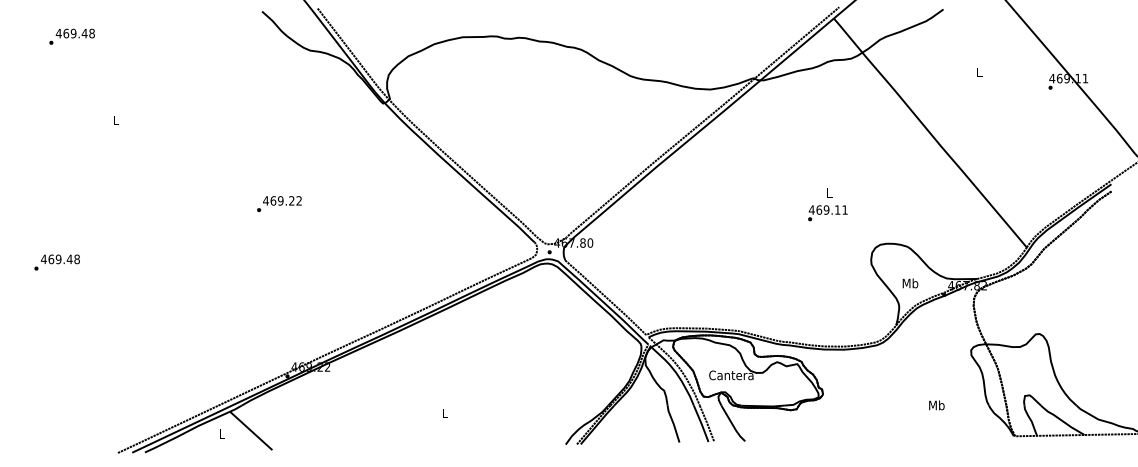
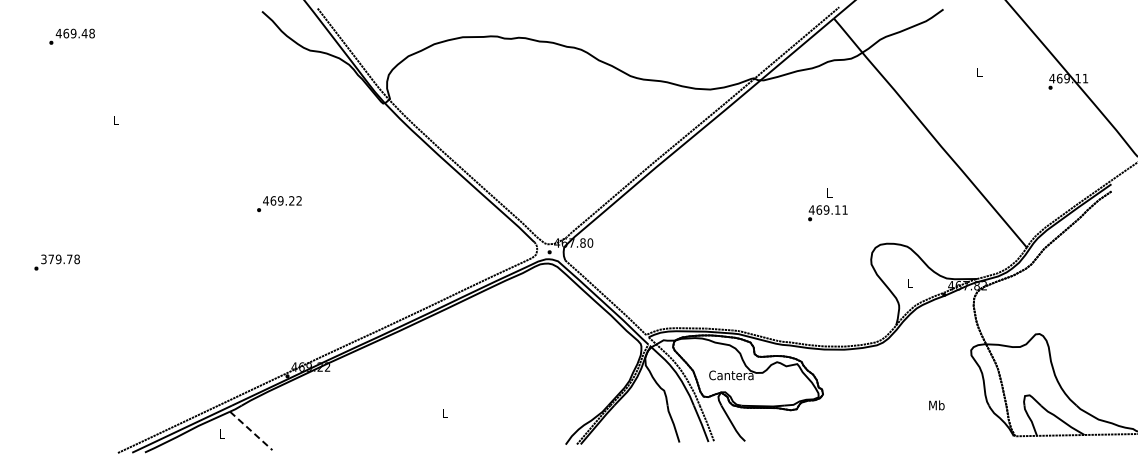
text at (56, 259): 469.48 -> 379.78
text at (910, 283): Mb -> L
line at (251, 430): solid -> dashed
